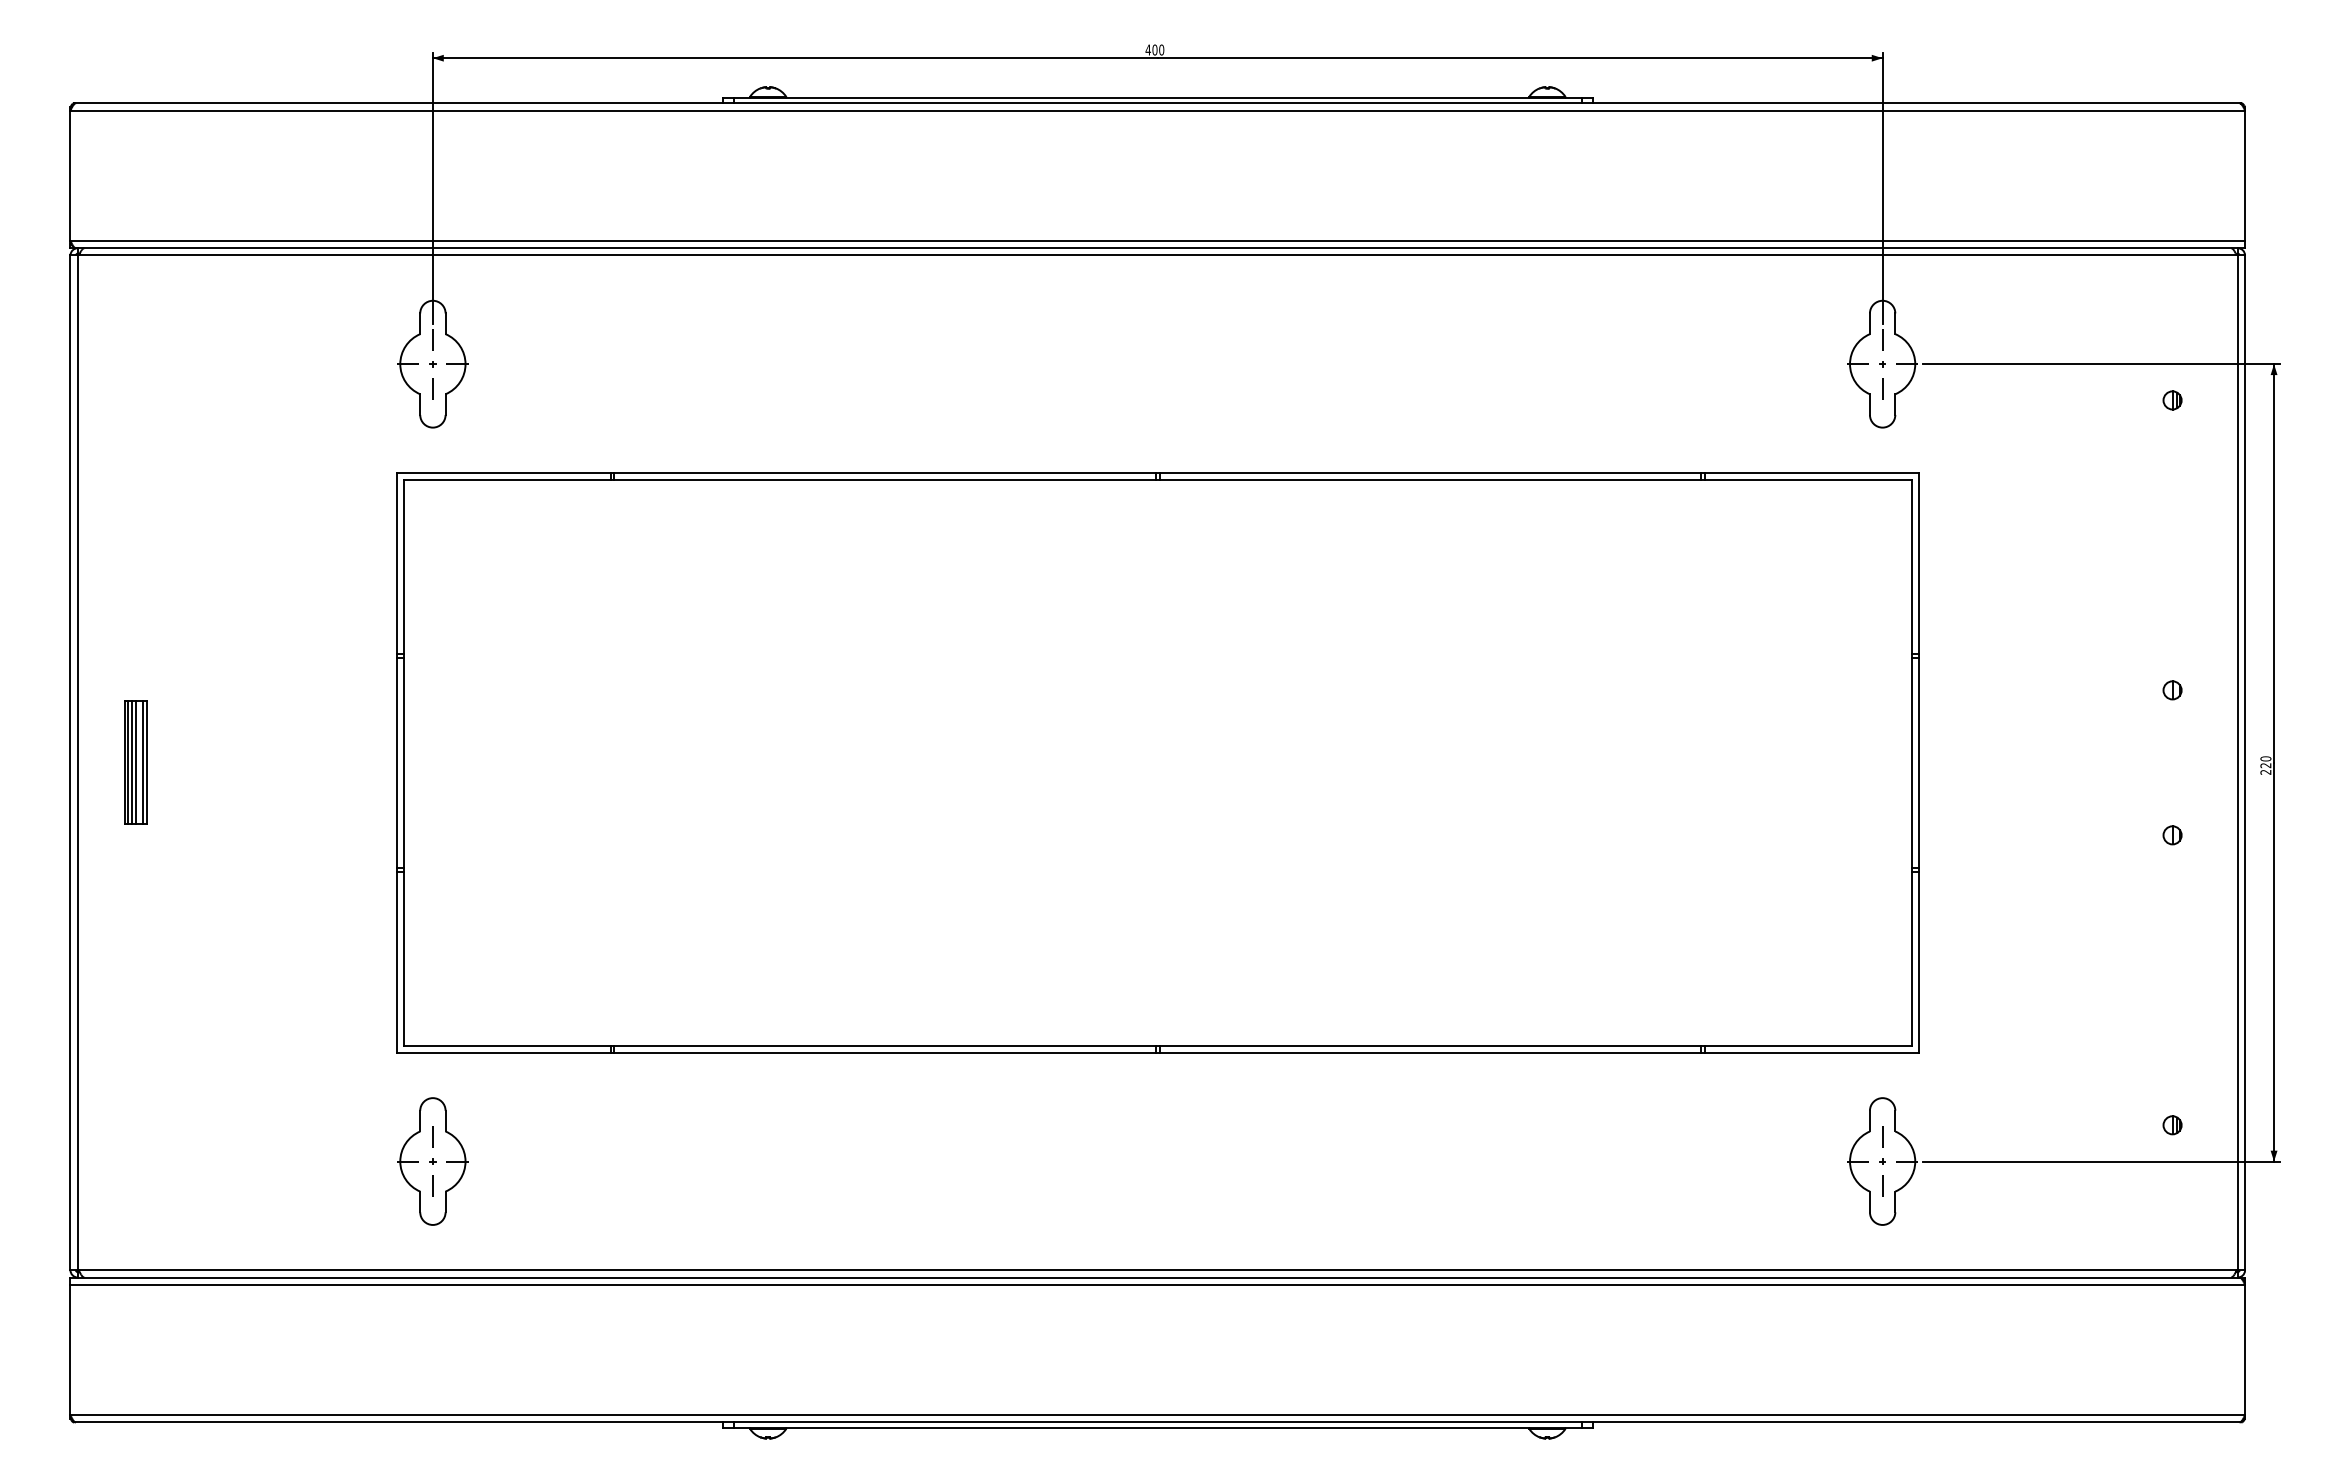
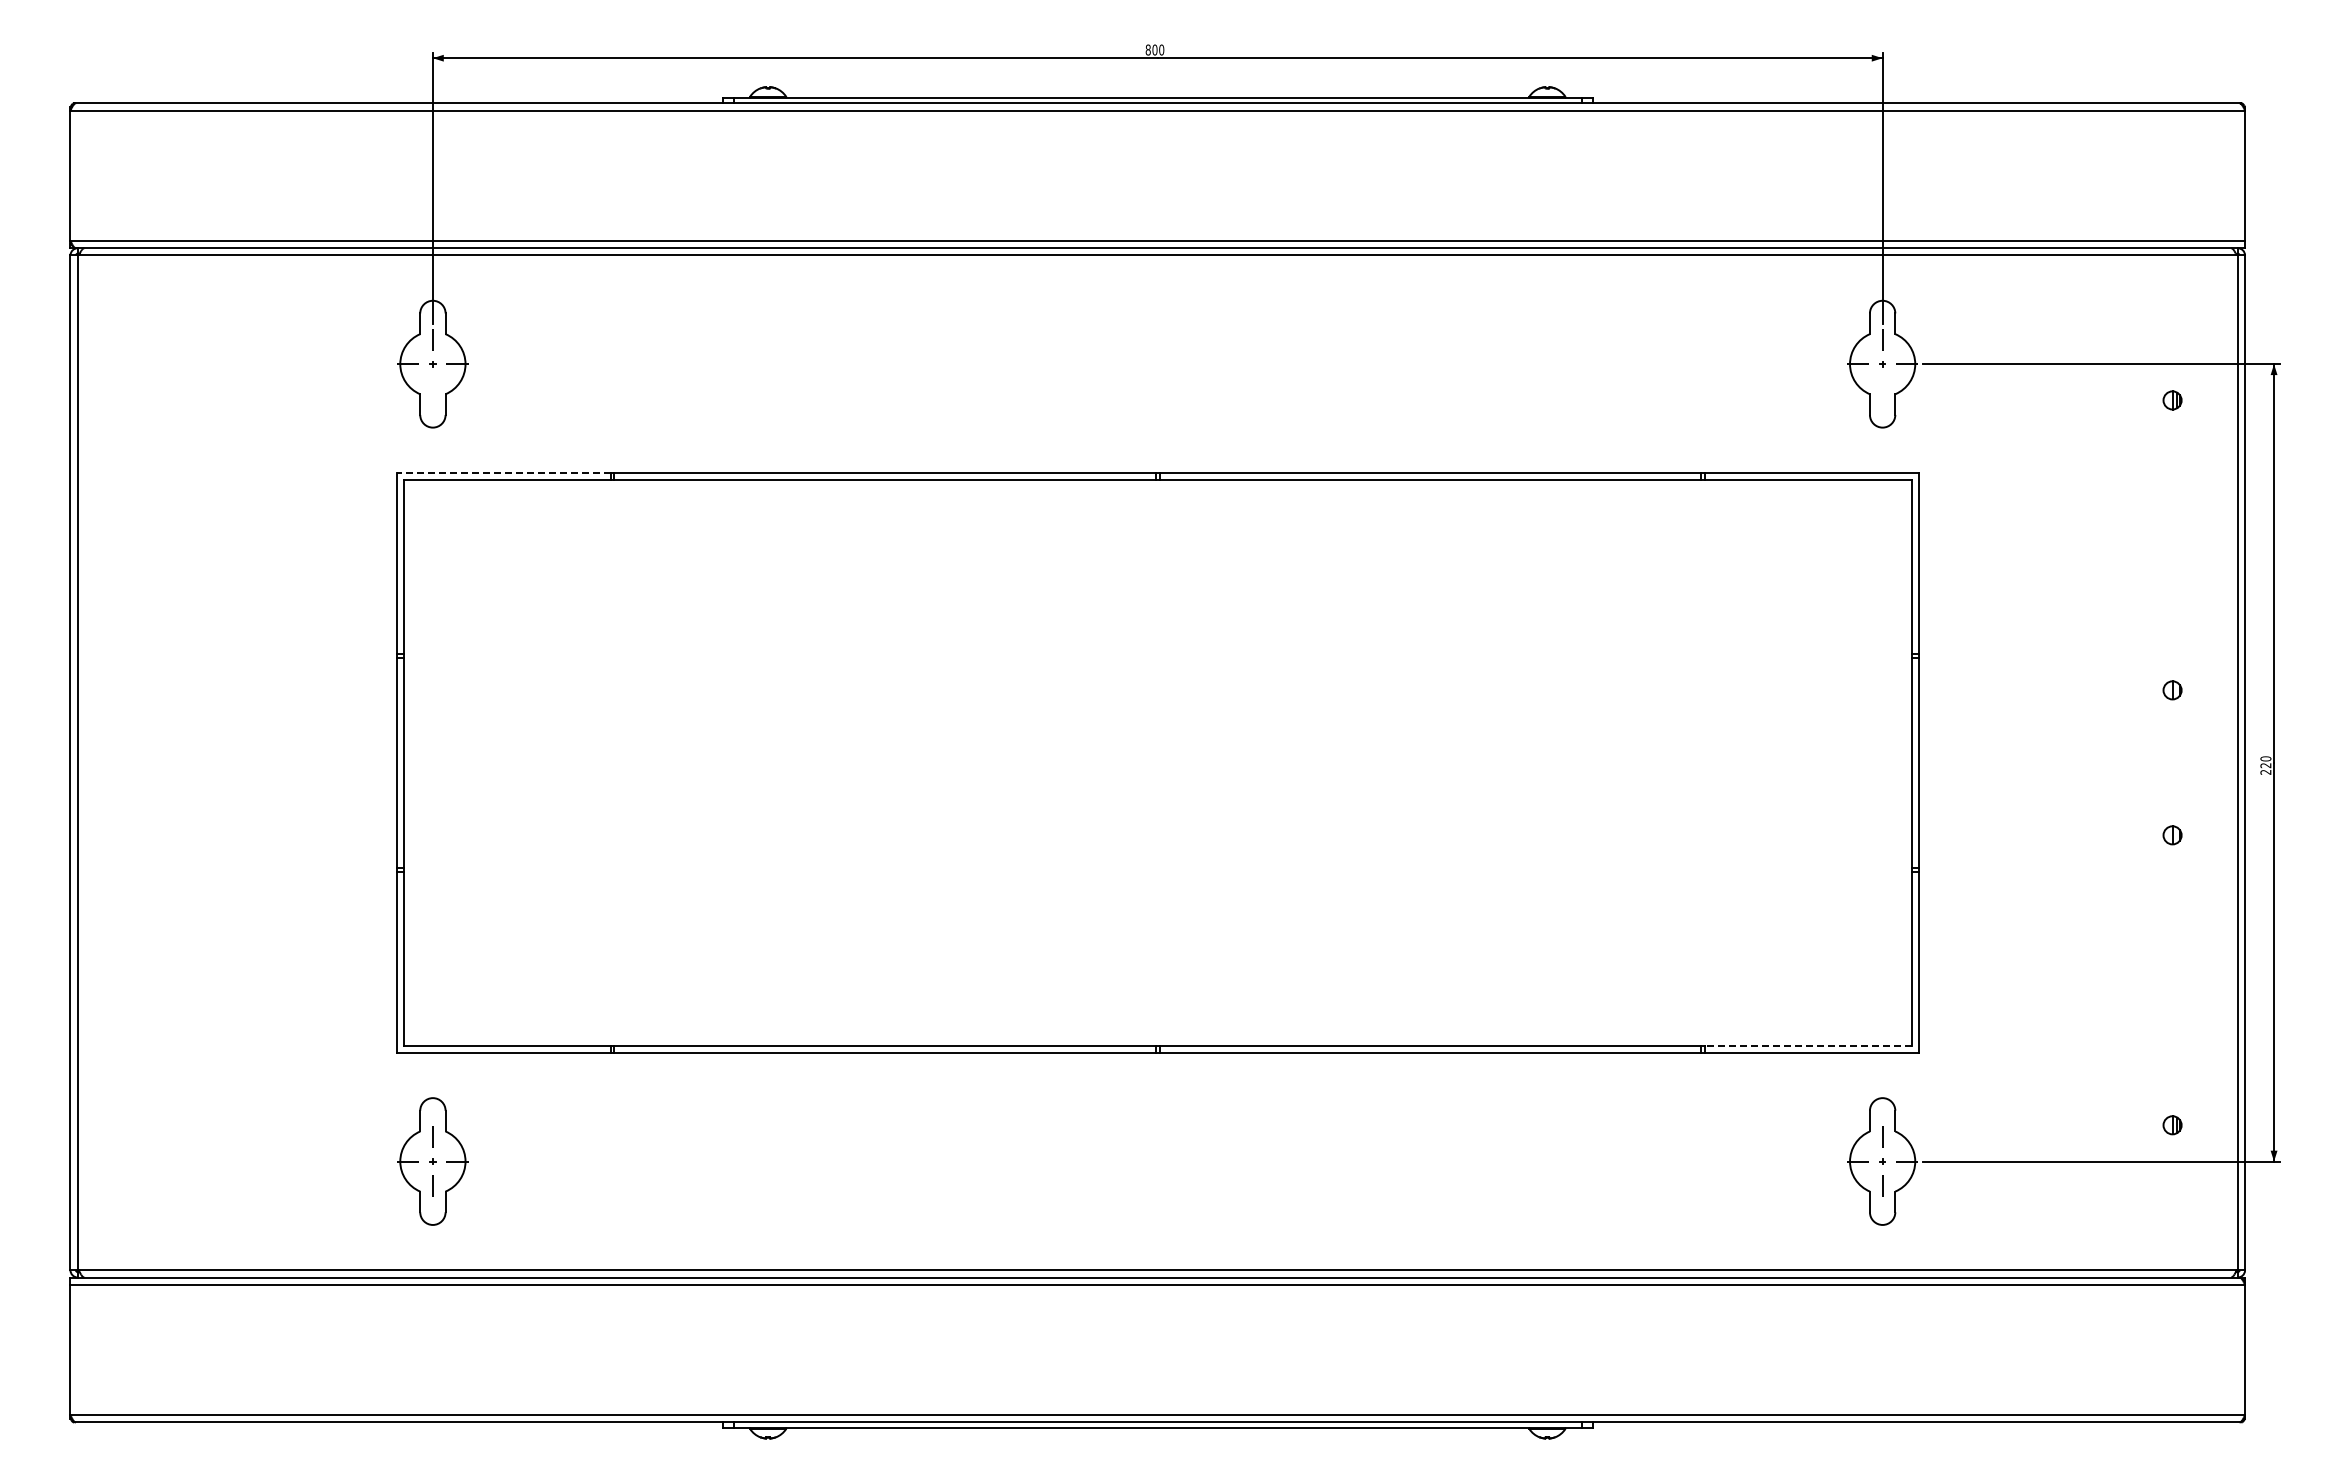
text at (1147, 49): 400 -> 800
line at (432, 389): present -> none
line at (1882, 389): present -> none
line at (503, 472): solid -> dashed
part at (135, 762): present -> none
line at (1807, 1045): solid -> dashed
